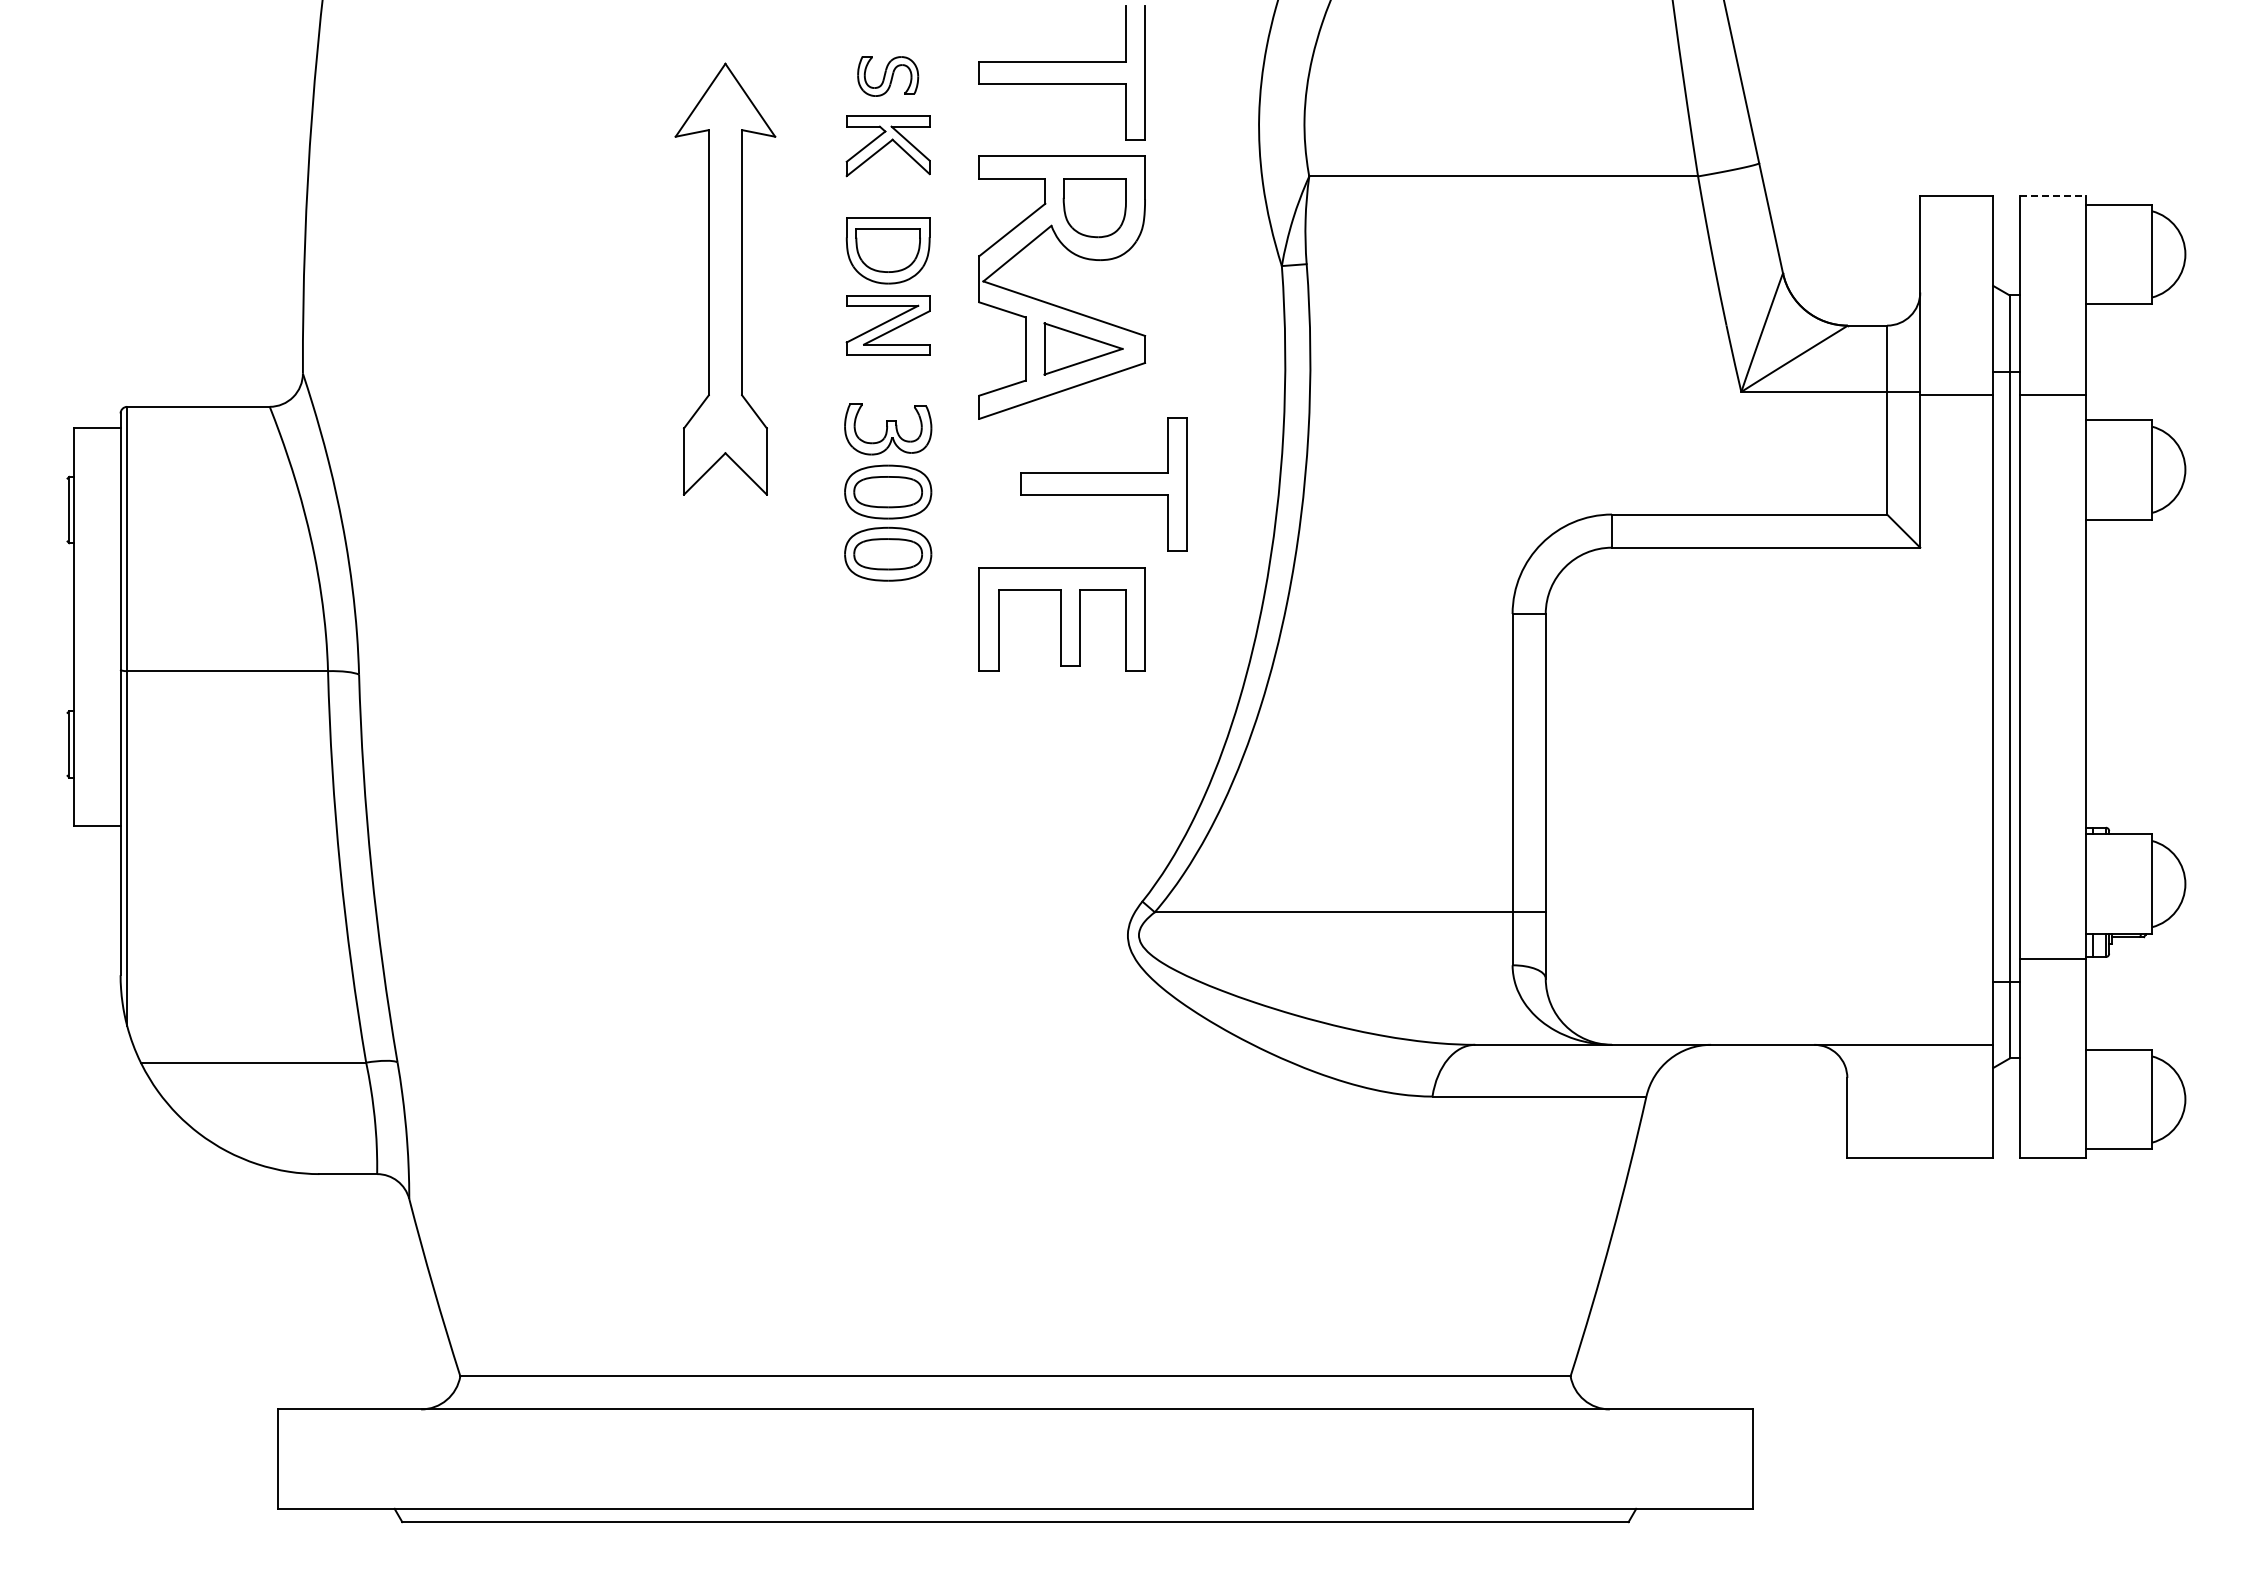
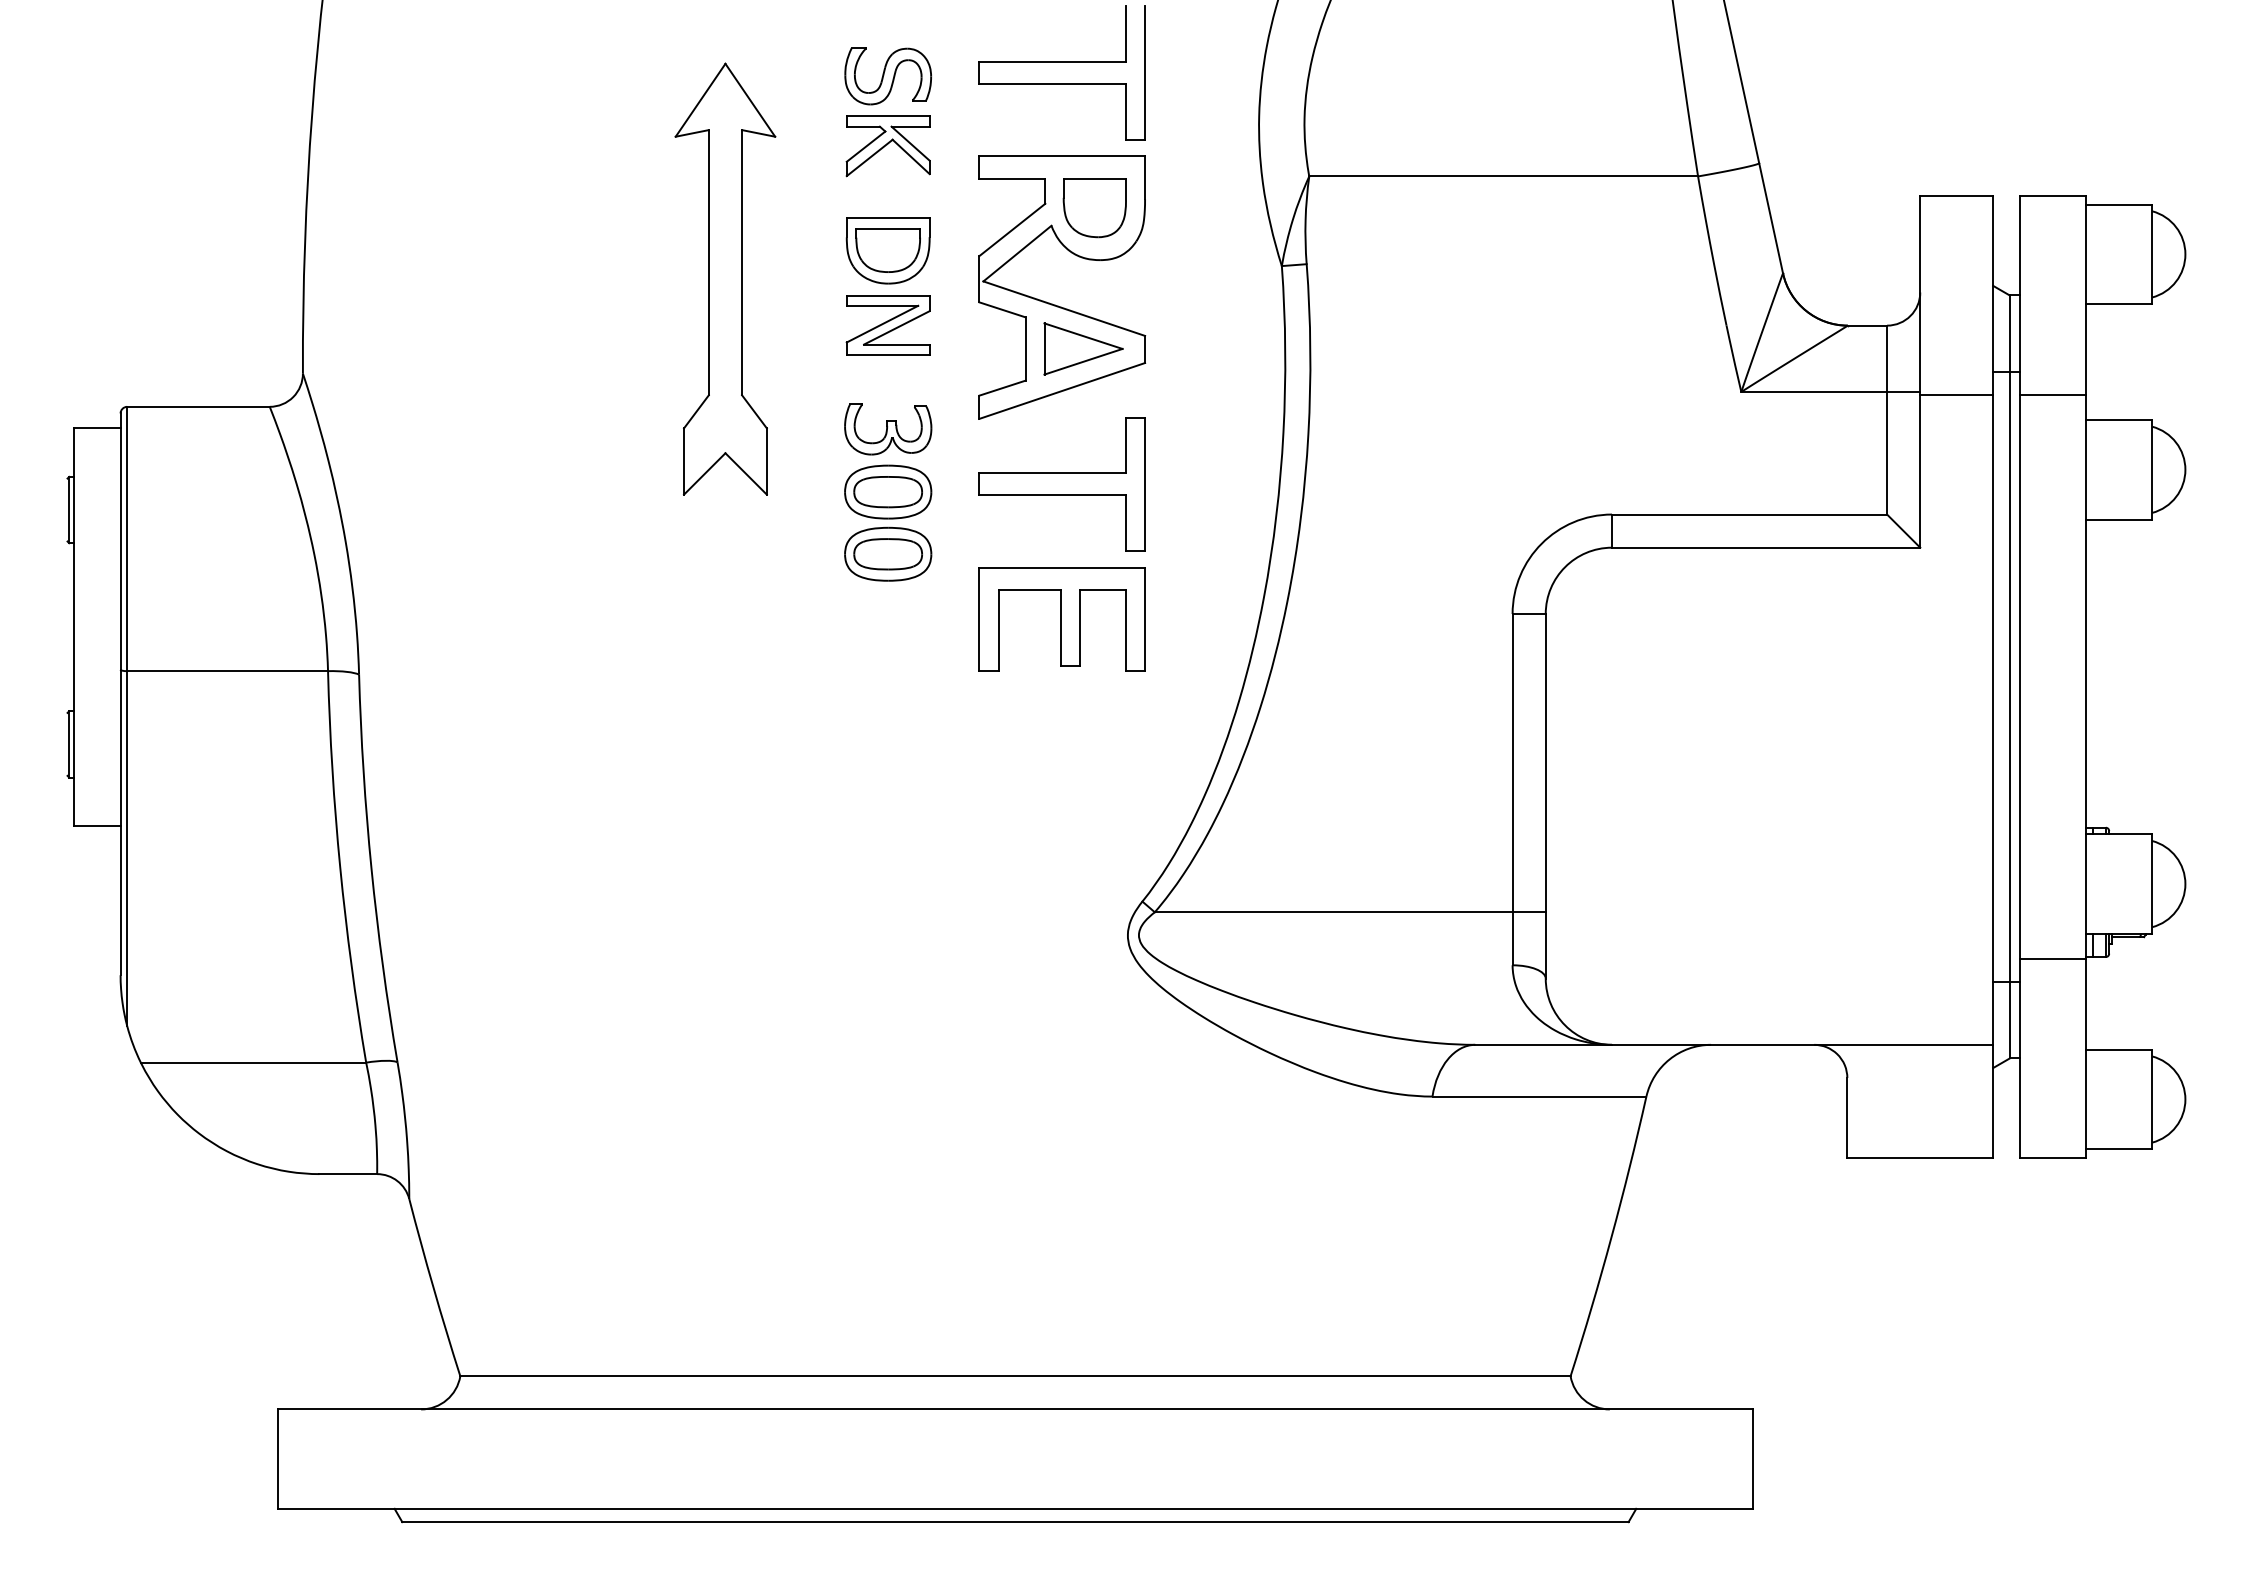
part at (888, 76) size: 63x41 px -> 88x59 px
line at (2053, 196): dashed -> solid
part at (1103, 484) position: (1103, 484) -> (1061, 484)
